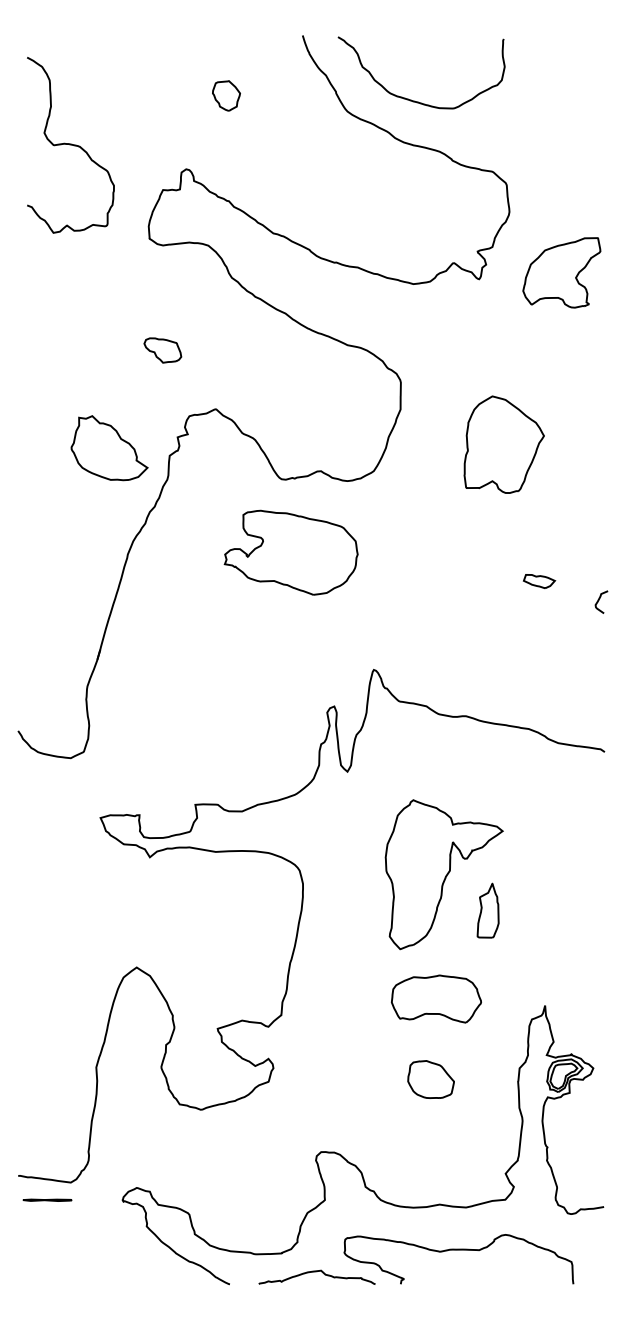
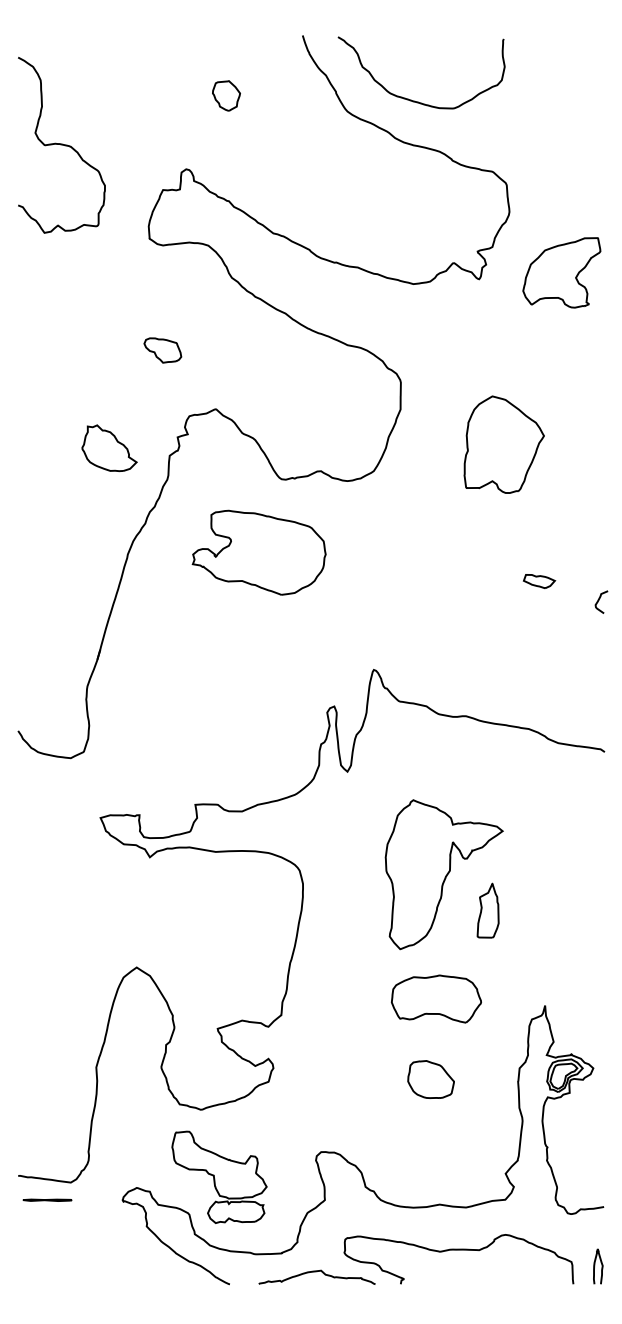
curve at (70, 145) position: (70, 145) -> (61, 145)
part at (109, 448) size: 79x67 px -> 57x49 px
part at (290, 552) position: (290, 552) -> (258, 552)
part at (219, 1176): none -> present
curve at (595, 1266): none -> present
